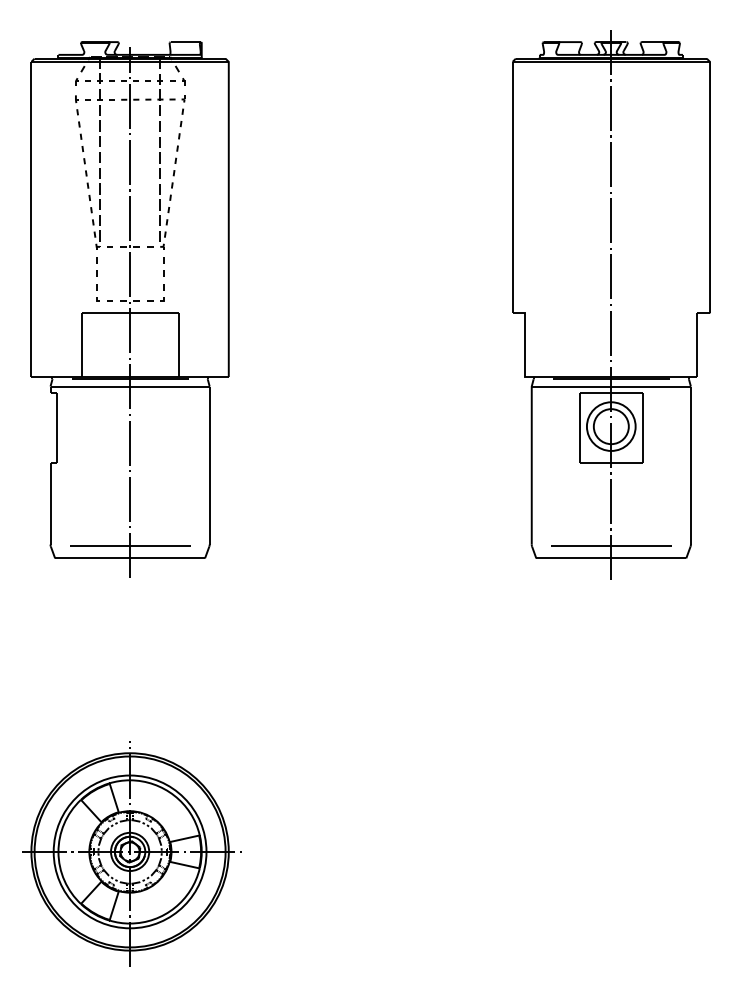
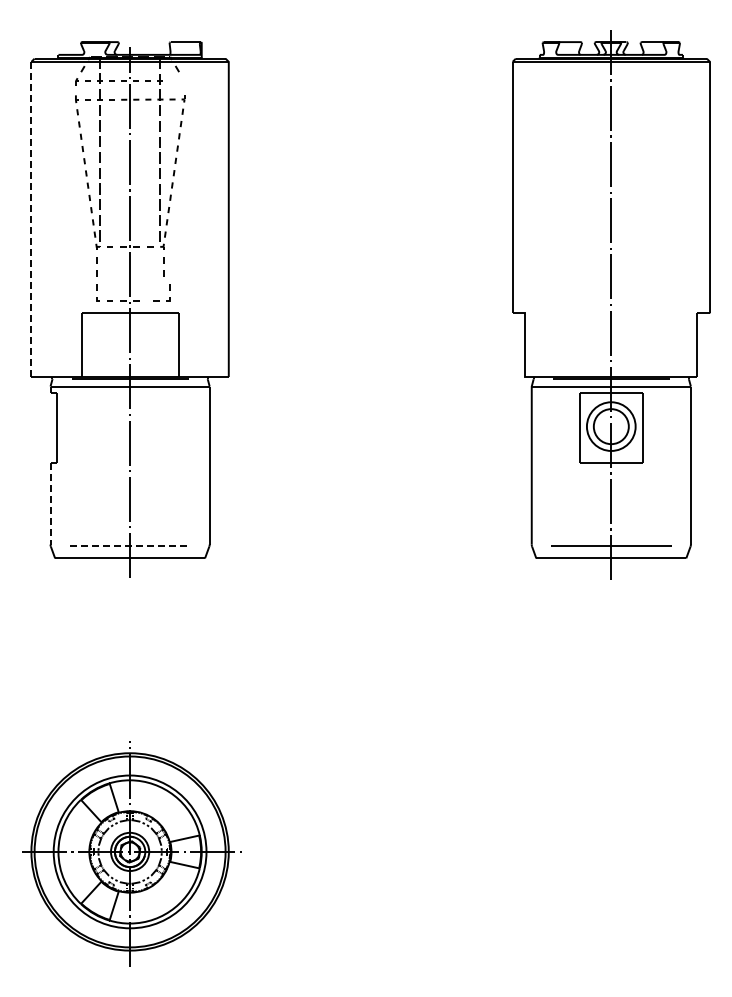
part at (177, 81): present -> none
line at (31, 219): solid -> dashed
part at (163, 290) position: (163, 290) -> (169, 290)
line at (50, 503): solid -> dashed
line at (130, 545): solid -> dashed
